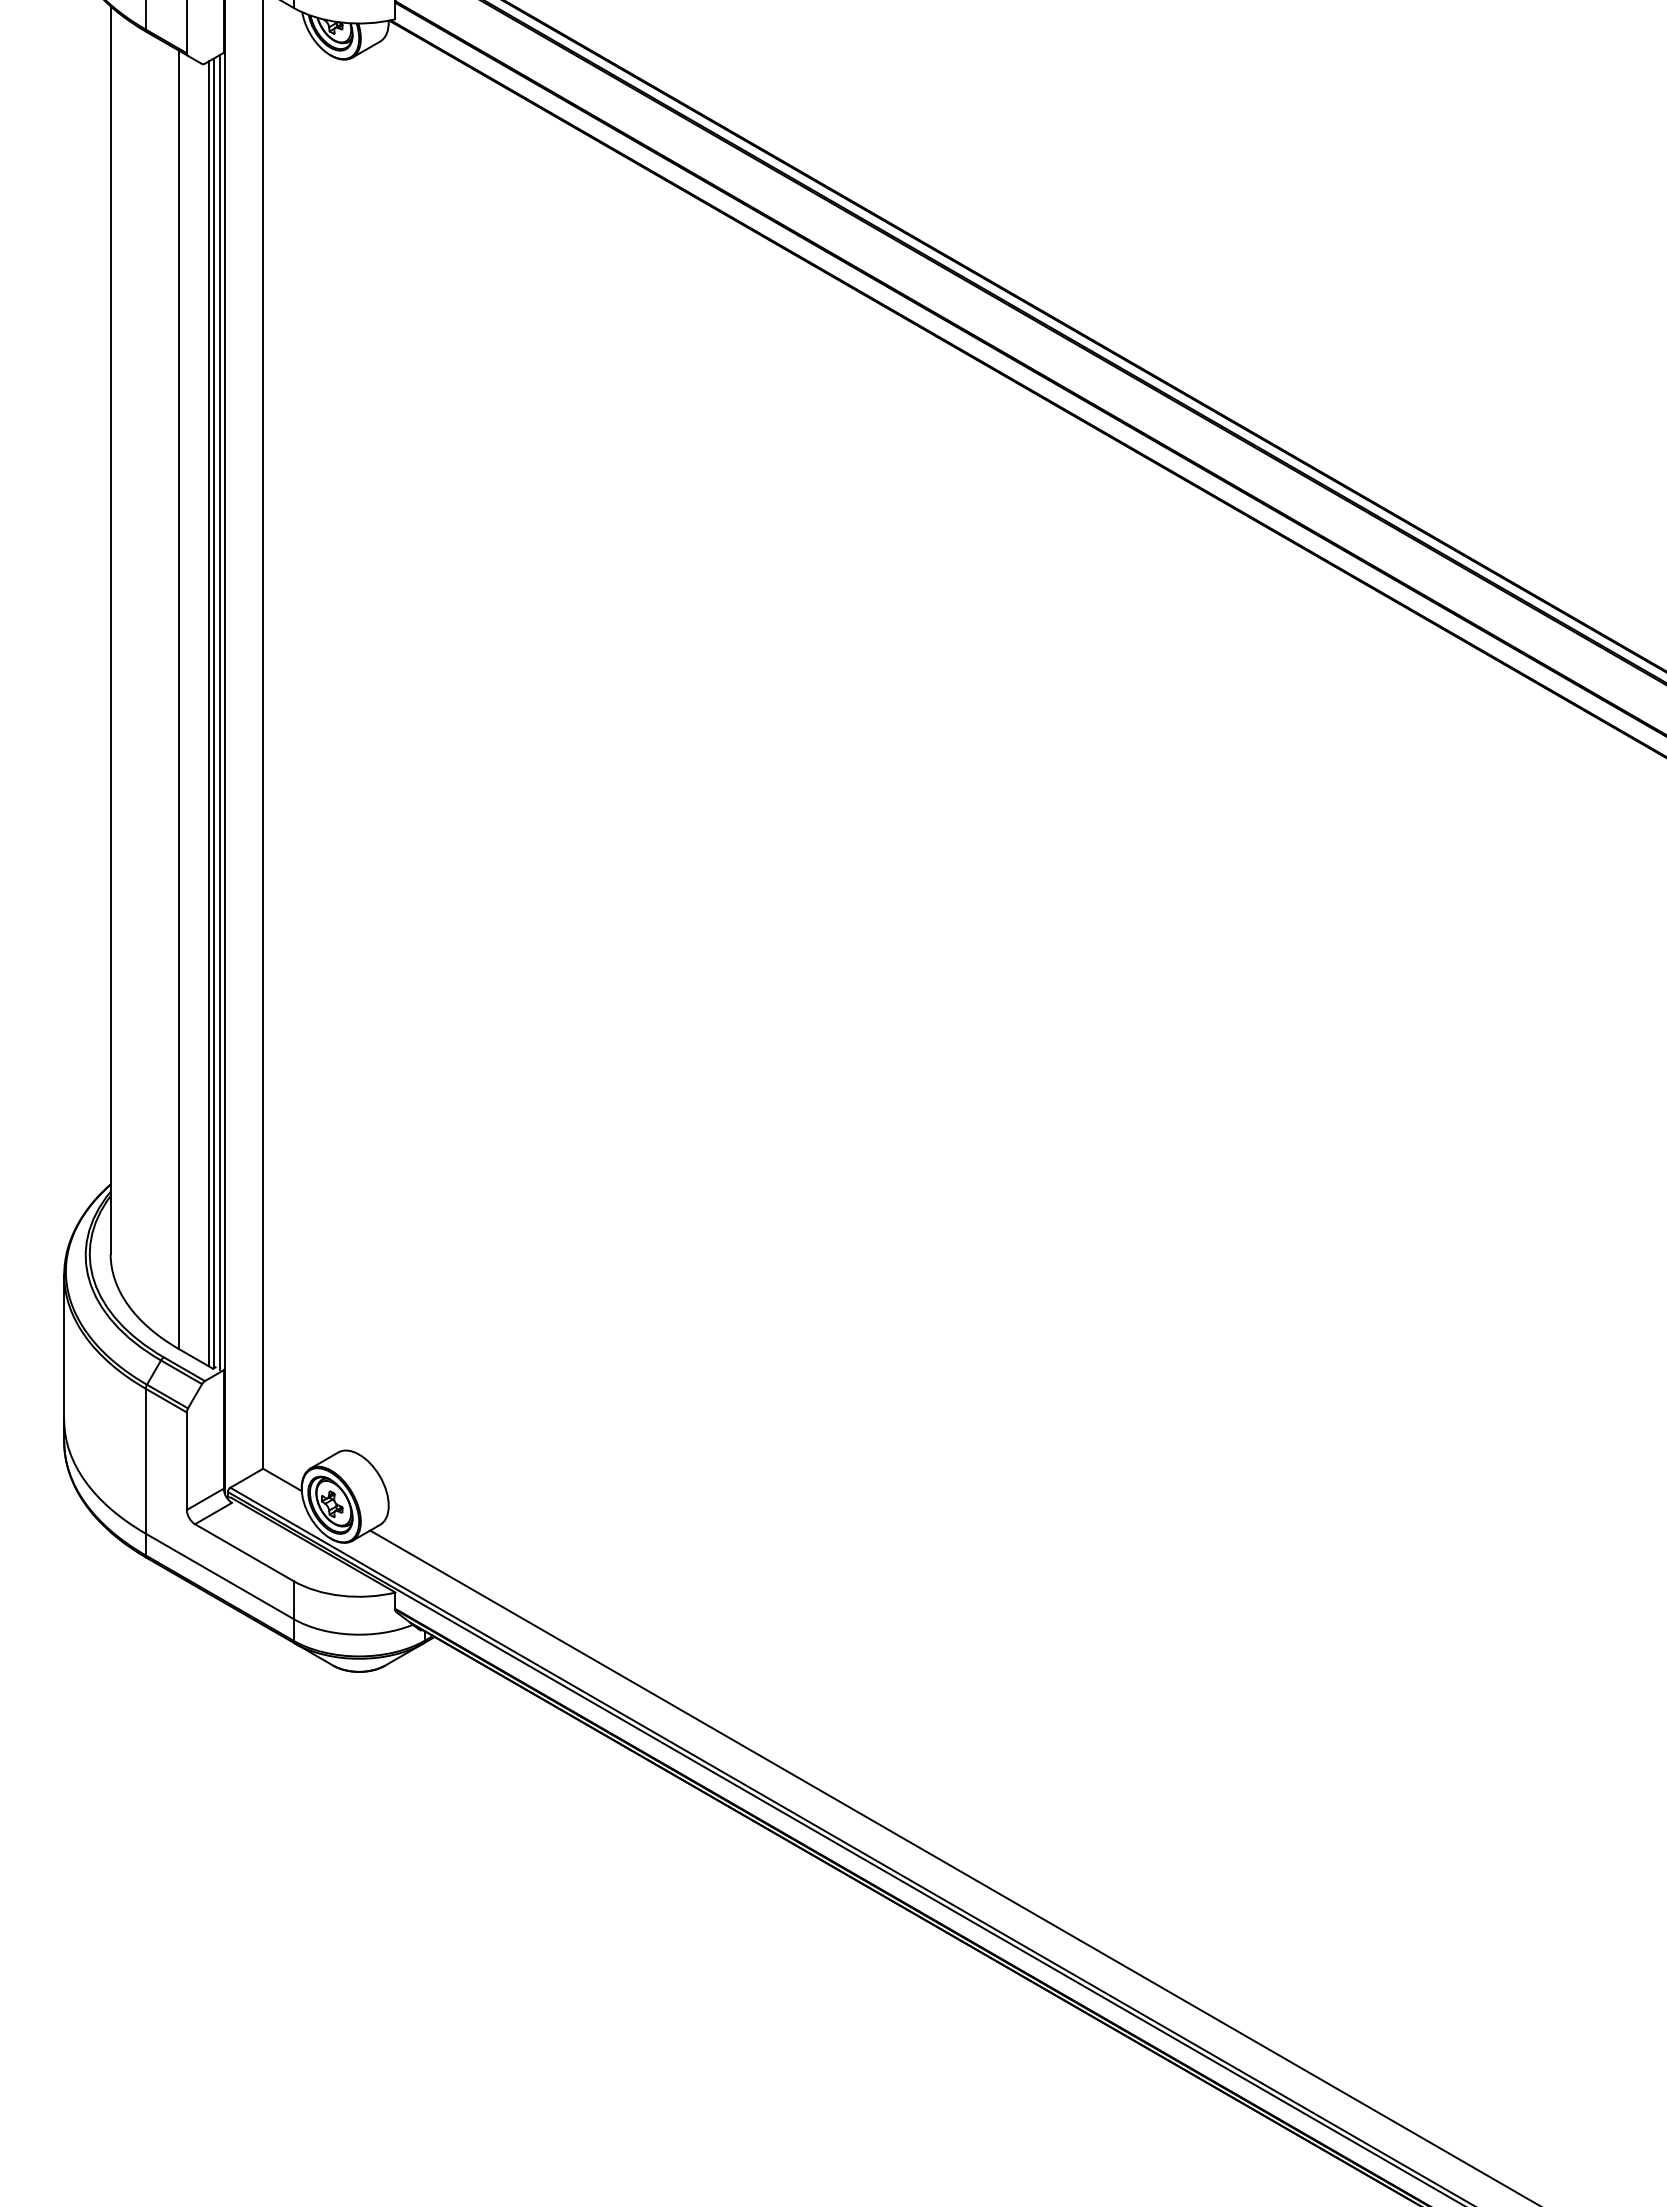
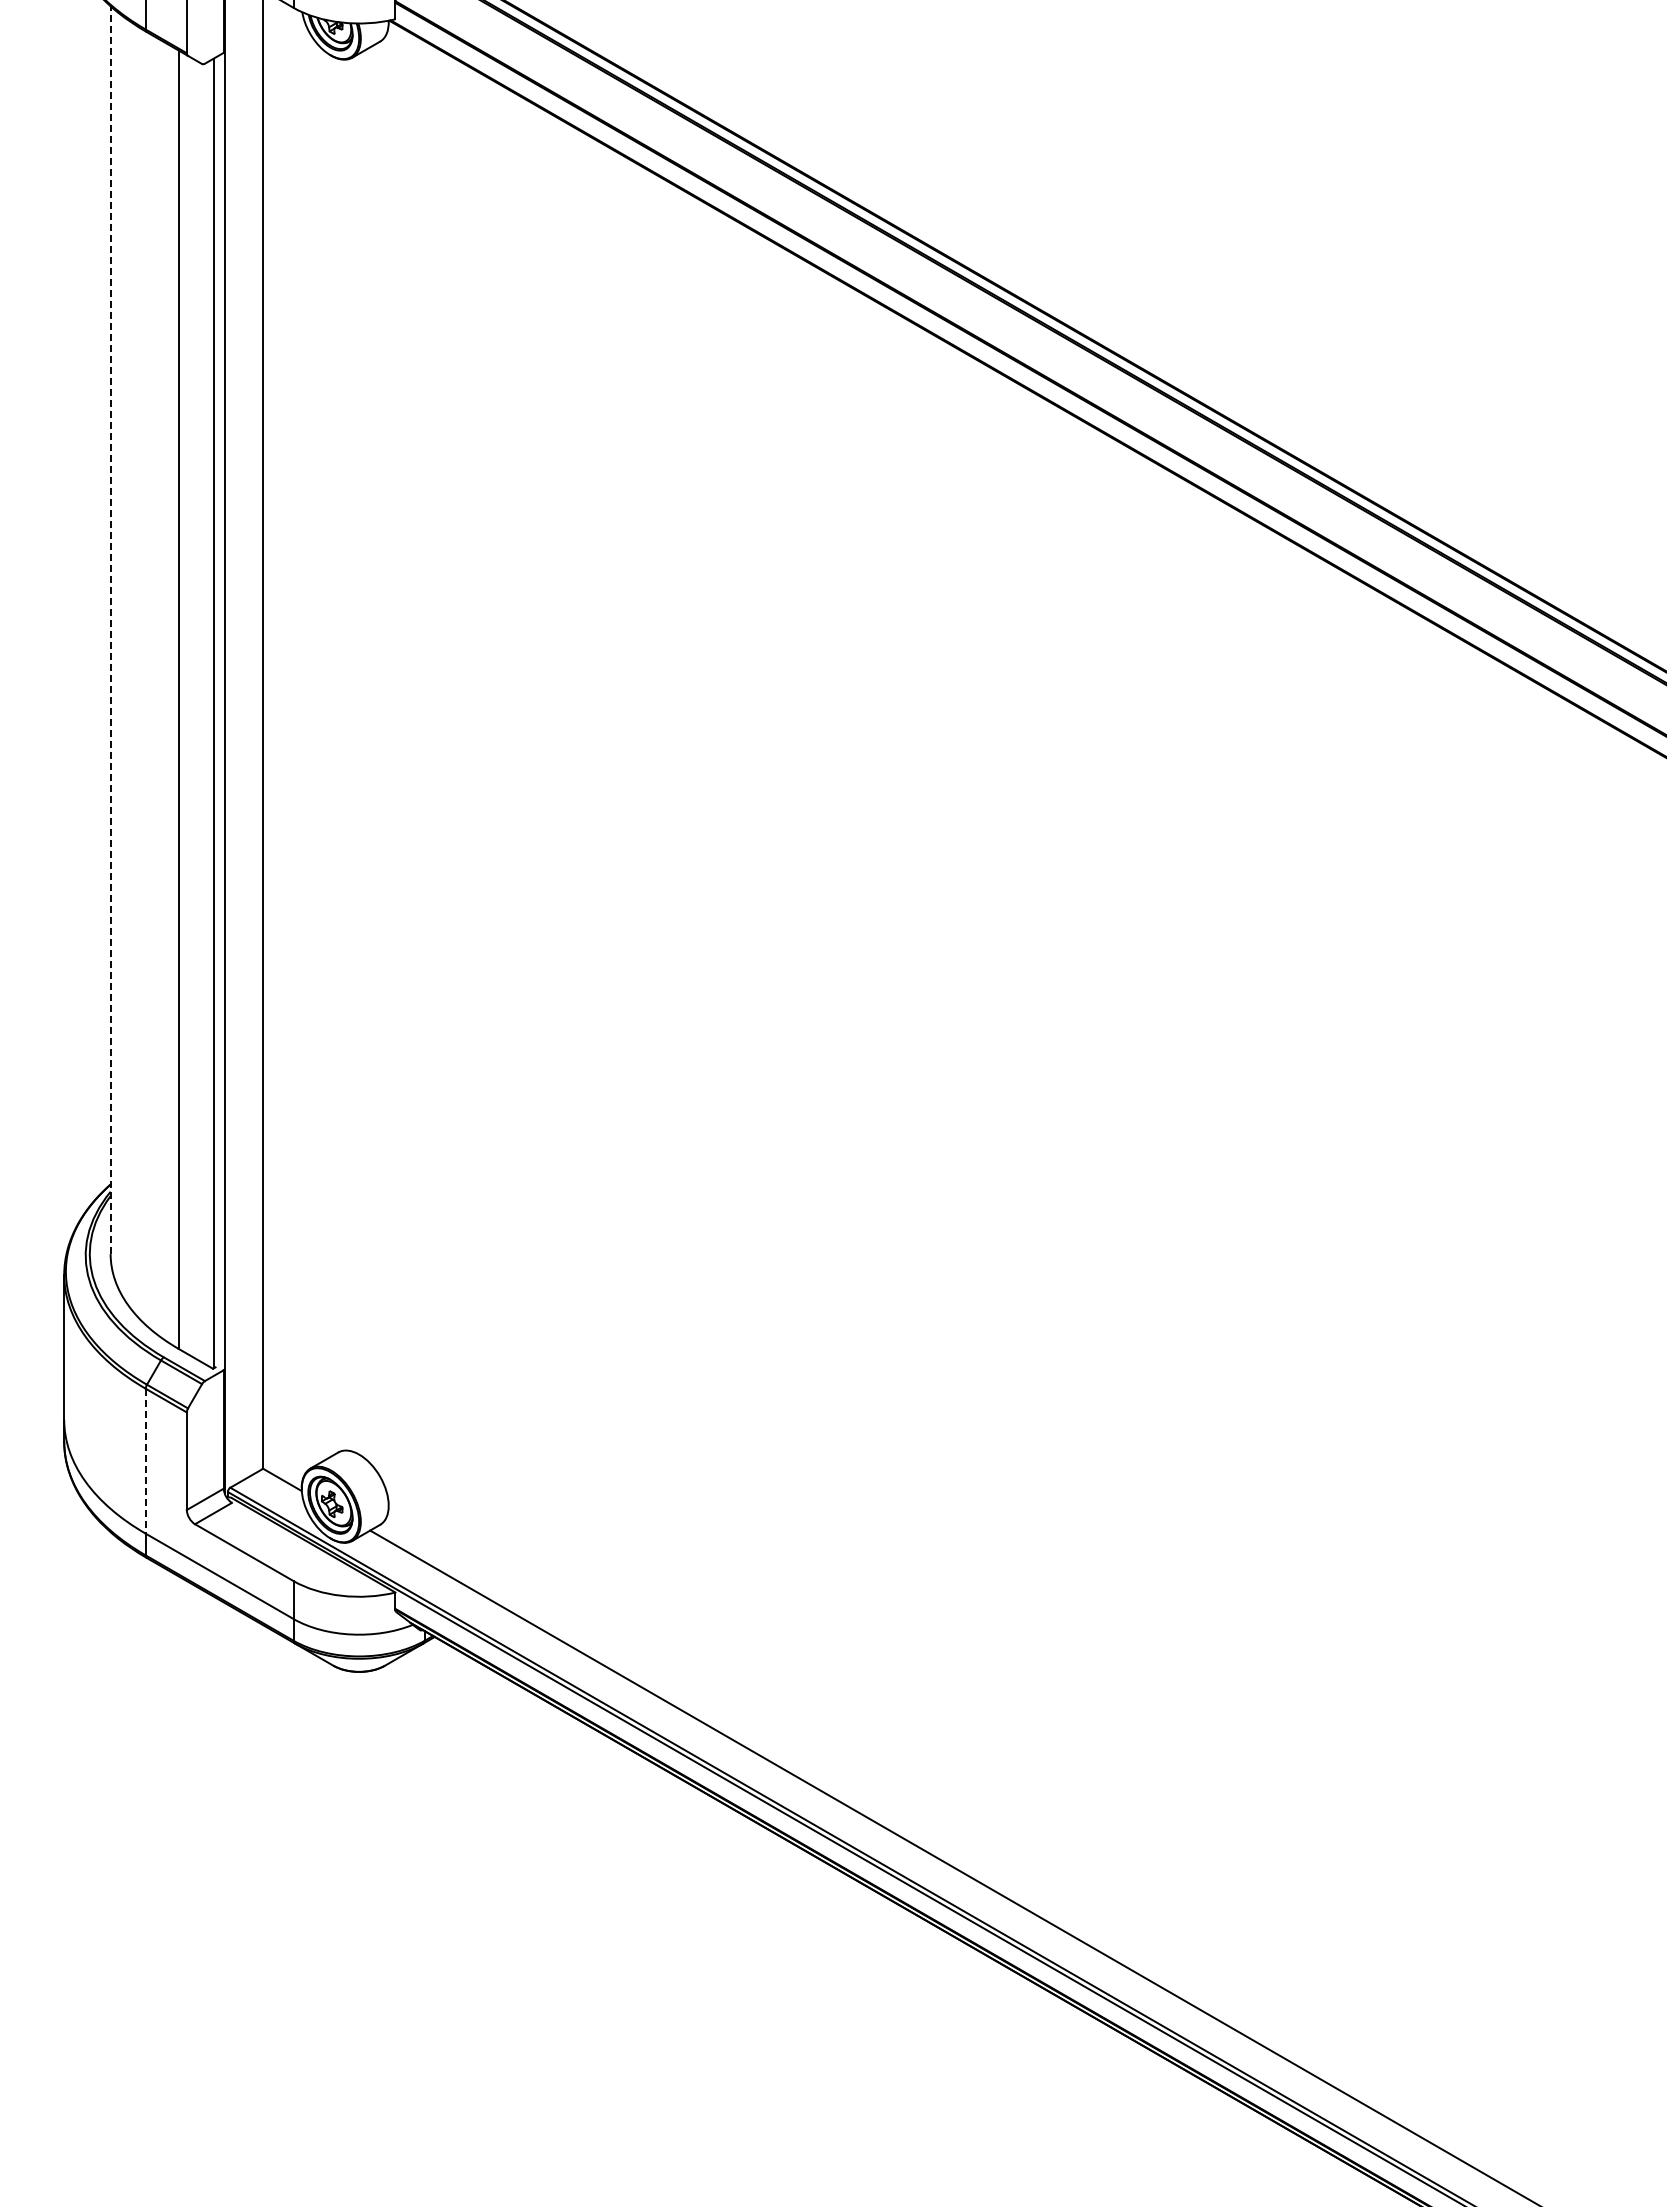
line at (110, 630): solid -> dashed
line at (219, 712): present -> none
line at (209, 713): present -> none
line at (145, 1461): solid -> dashed
